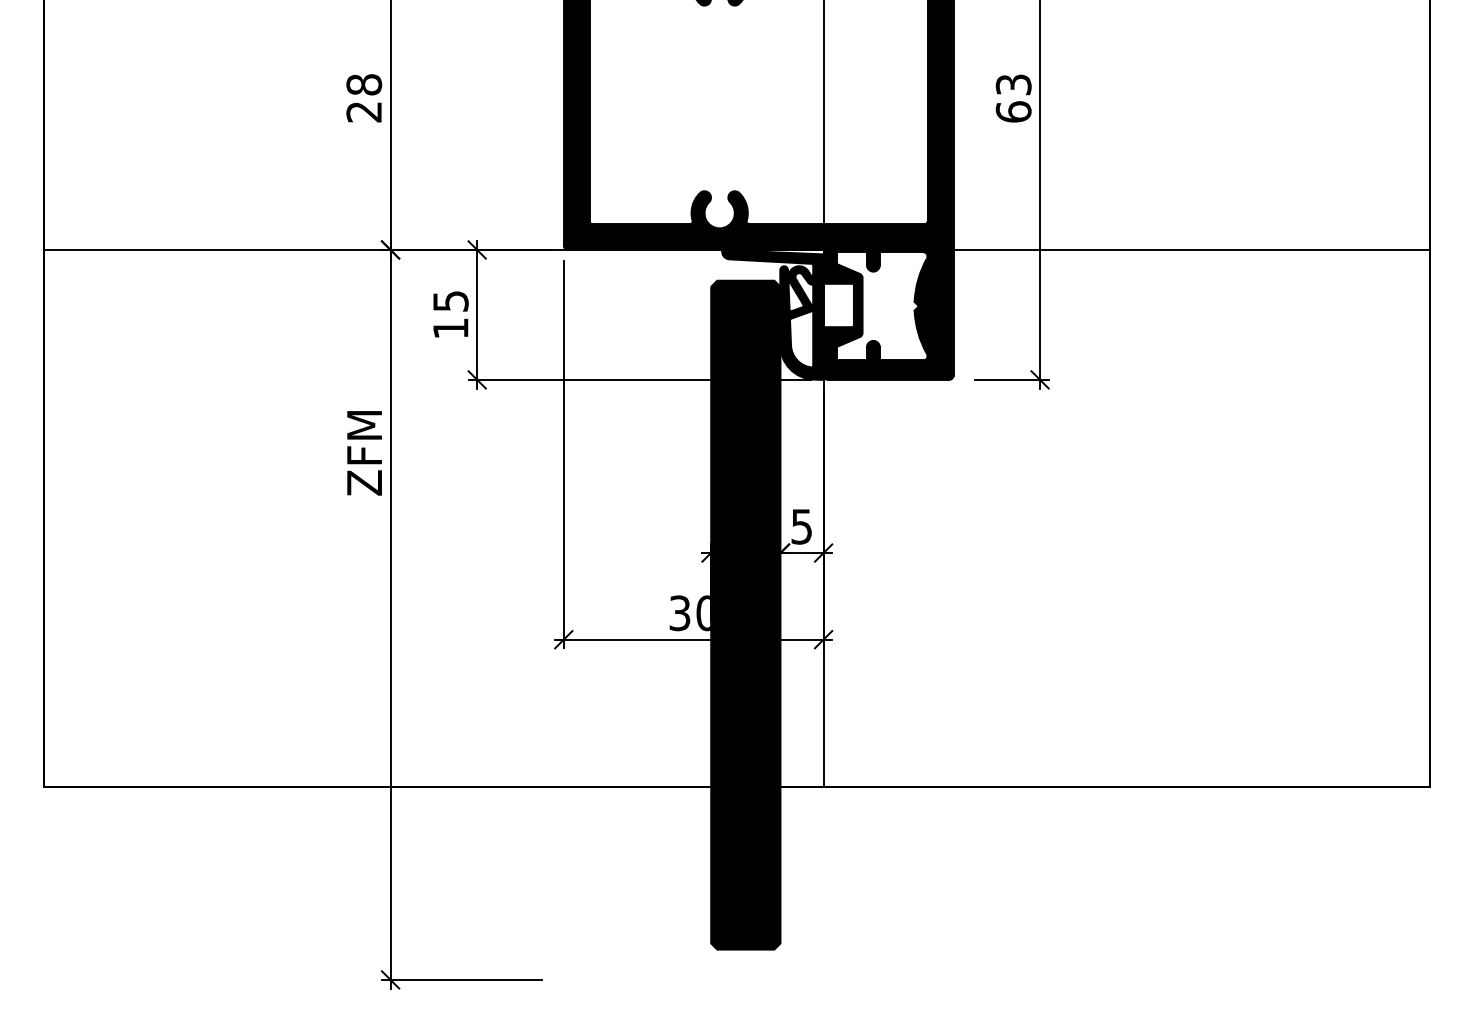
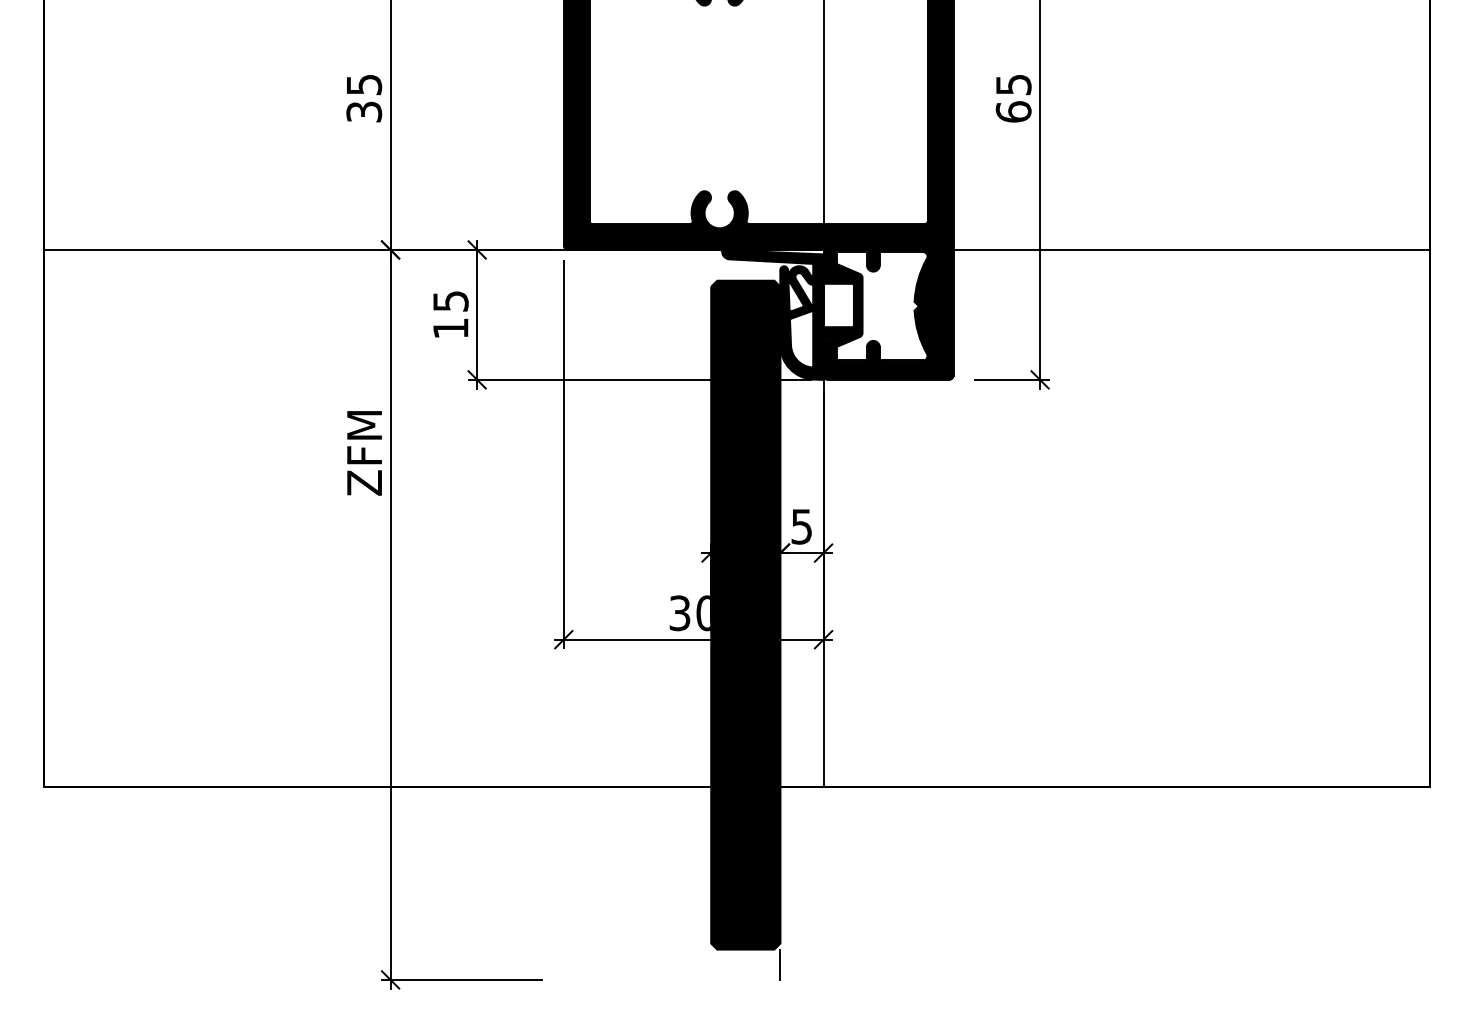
text at (1013, 84): 63 -> 65
text at (364, 98): 28 -> 35
line at (780, 964): none -> present
